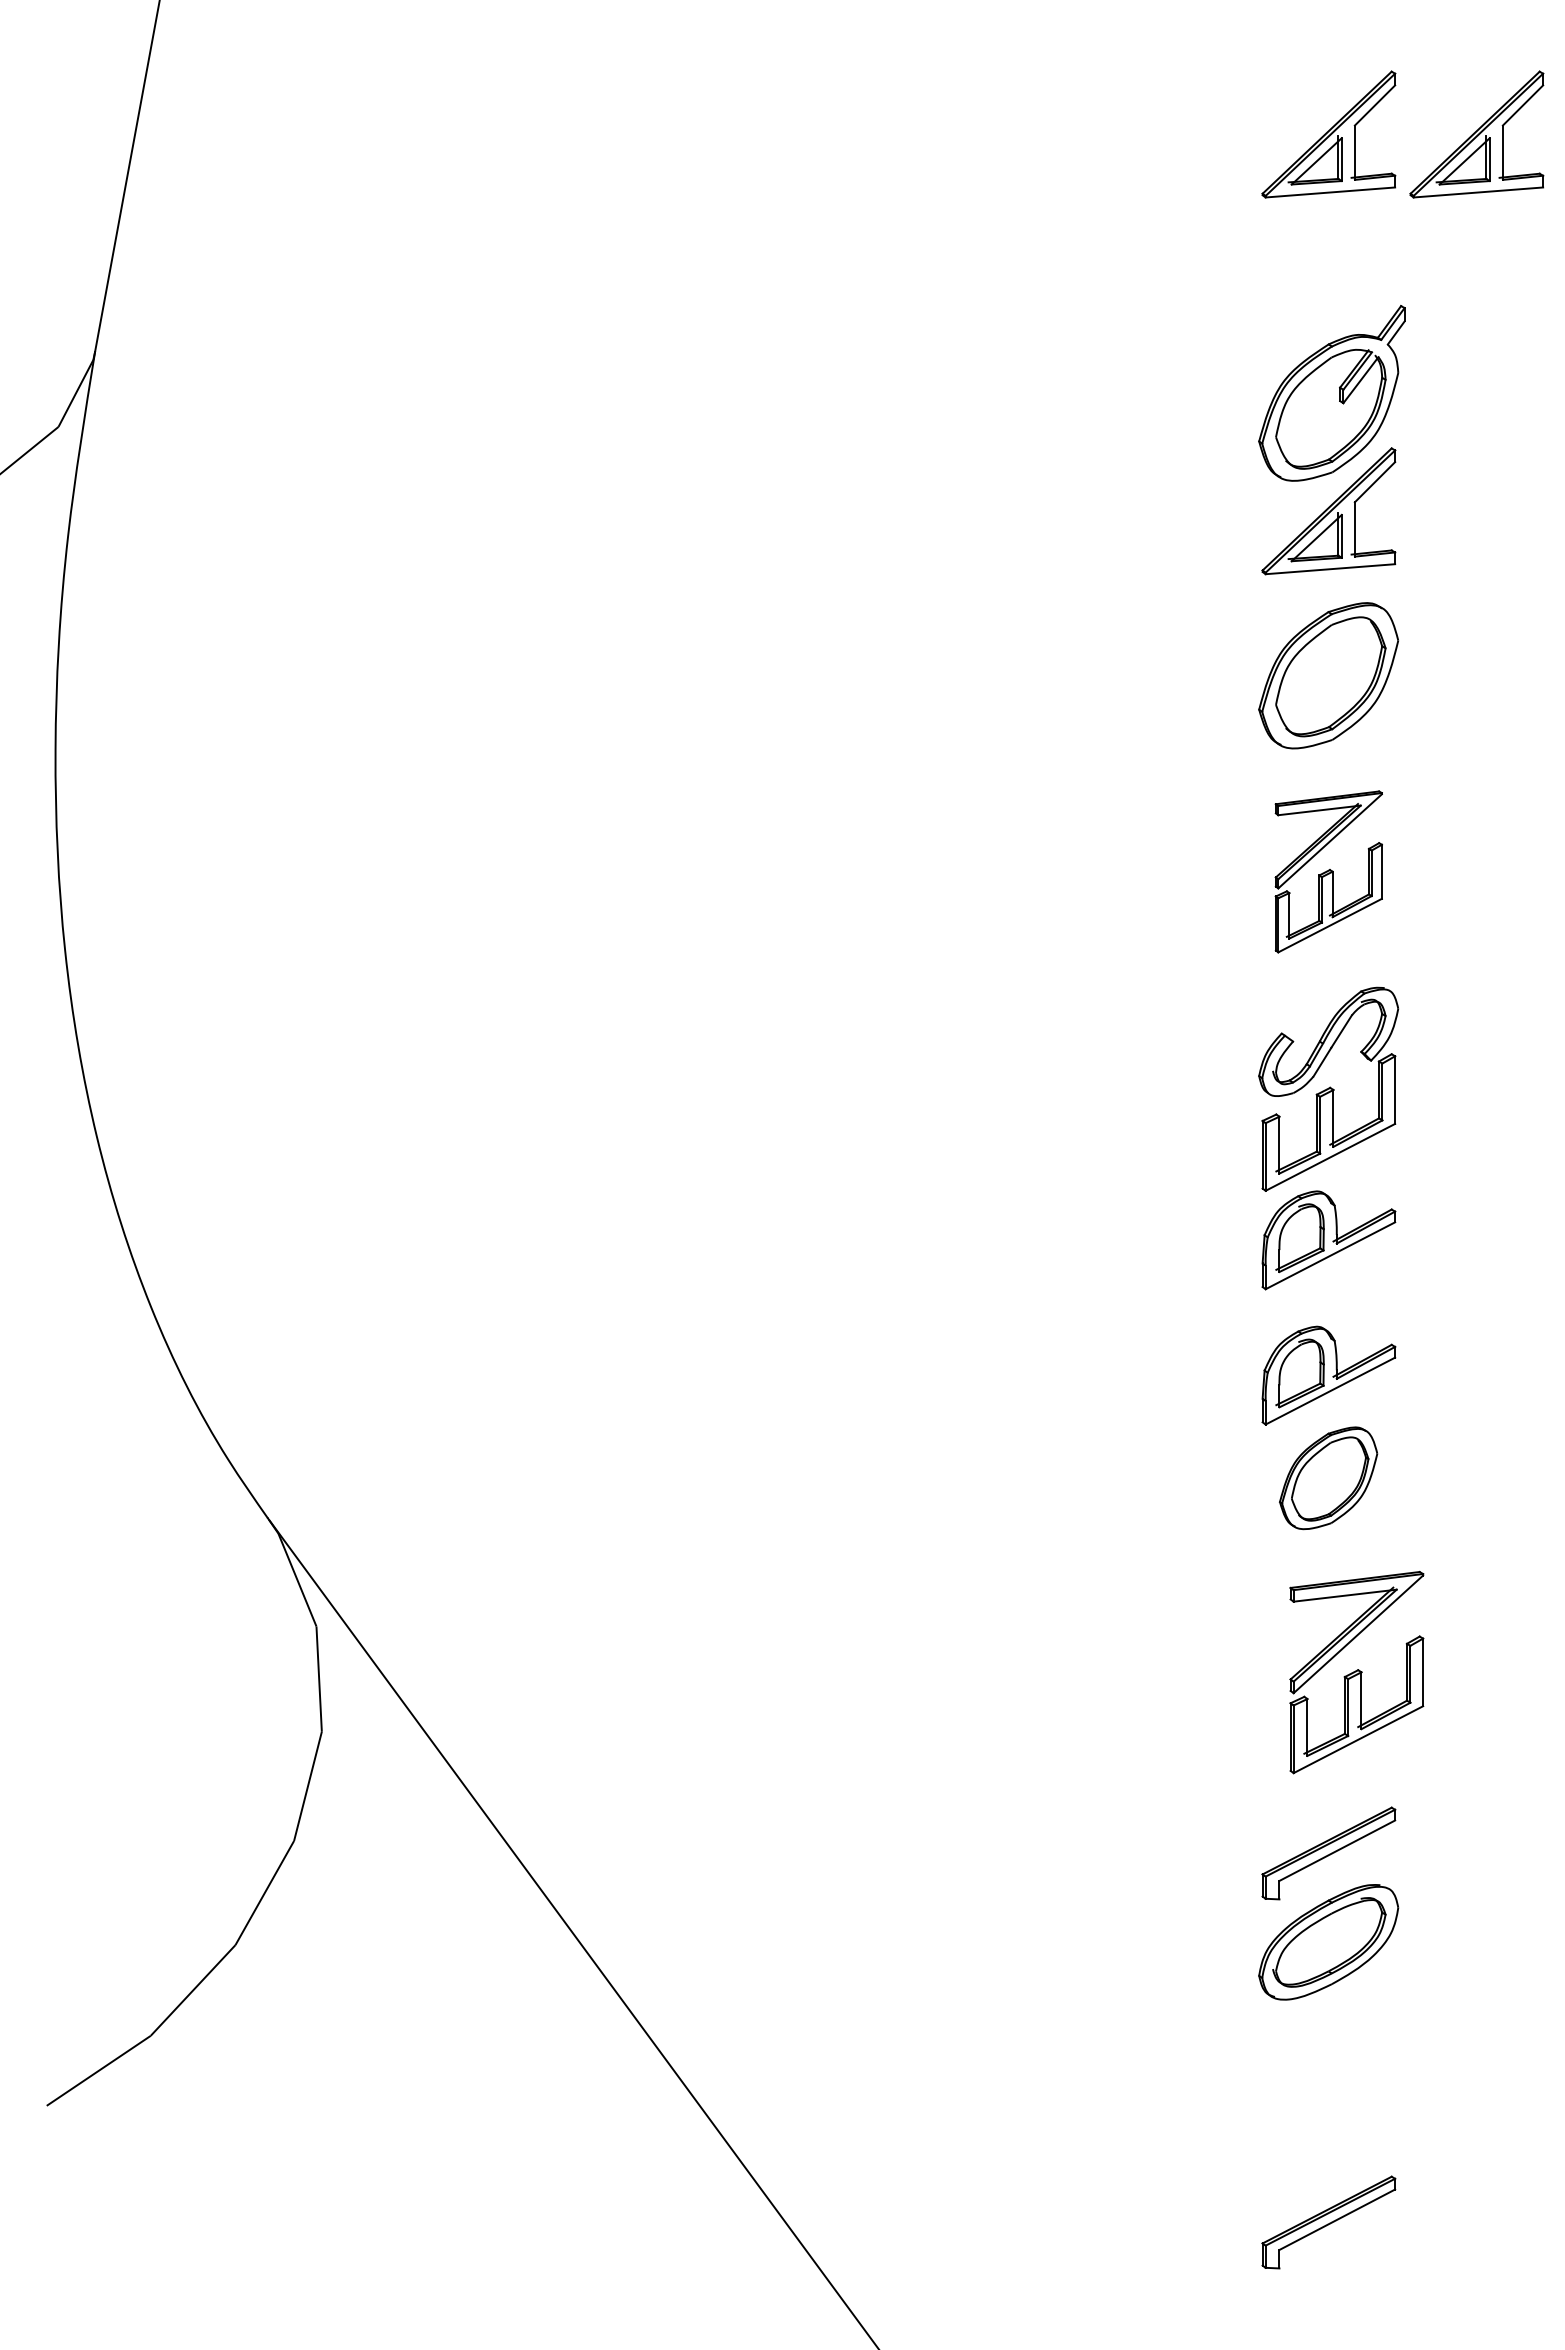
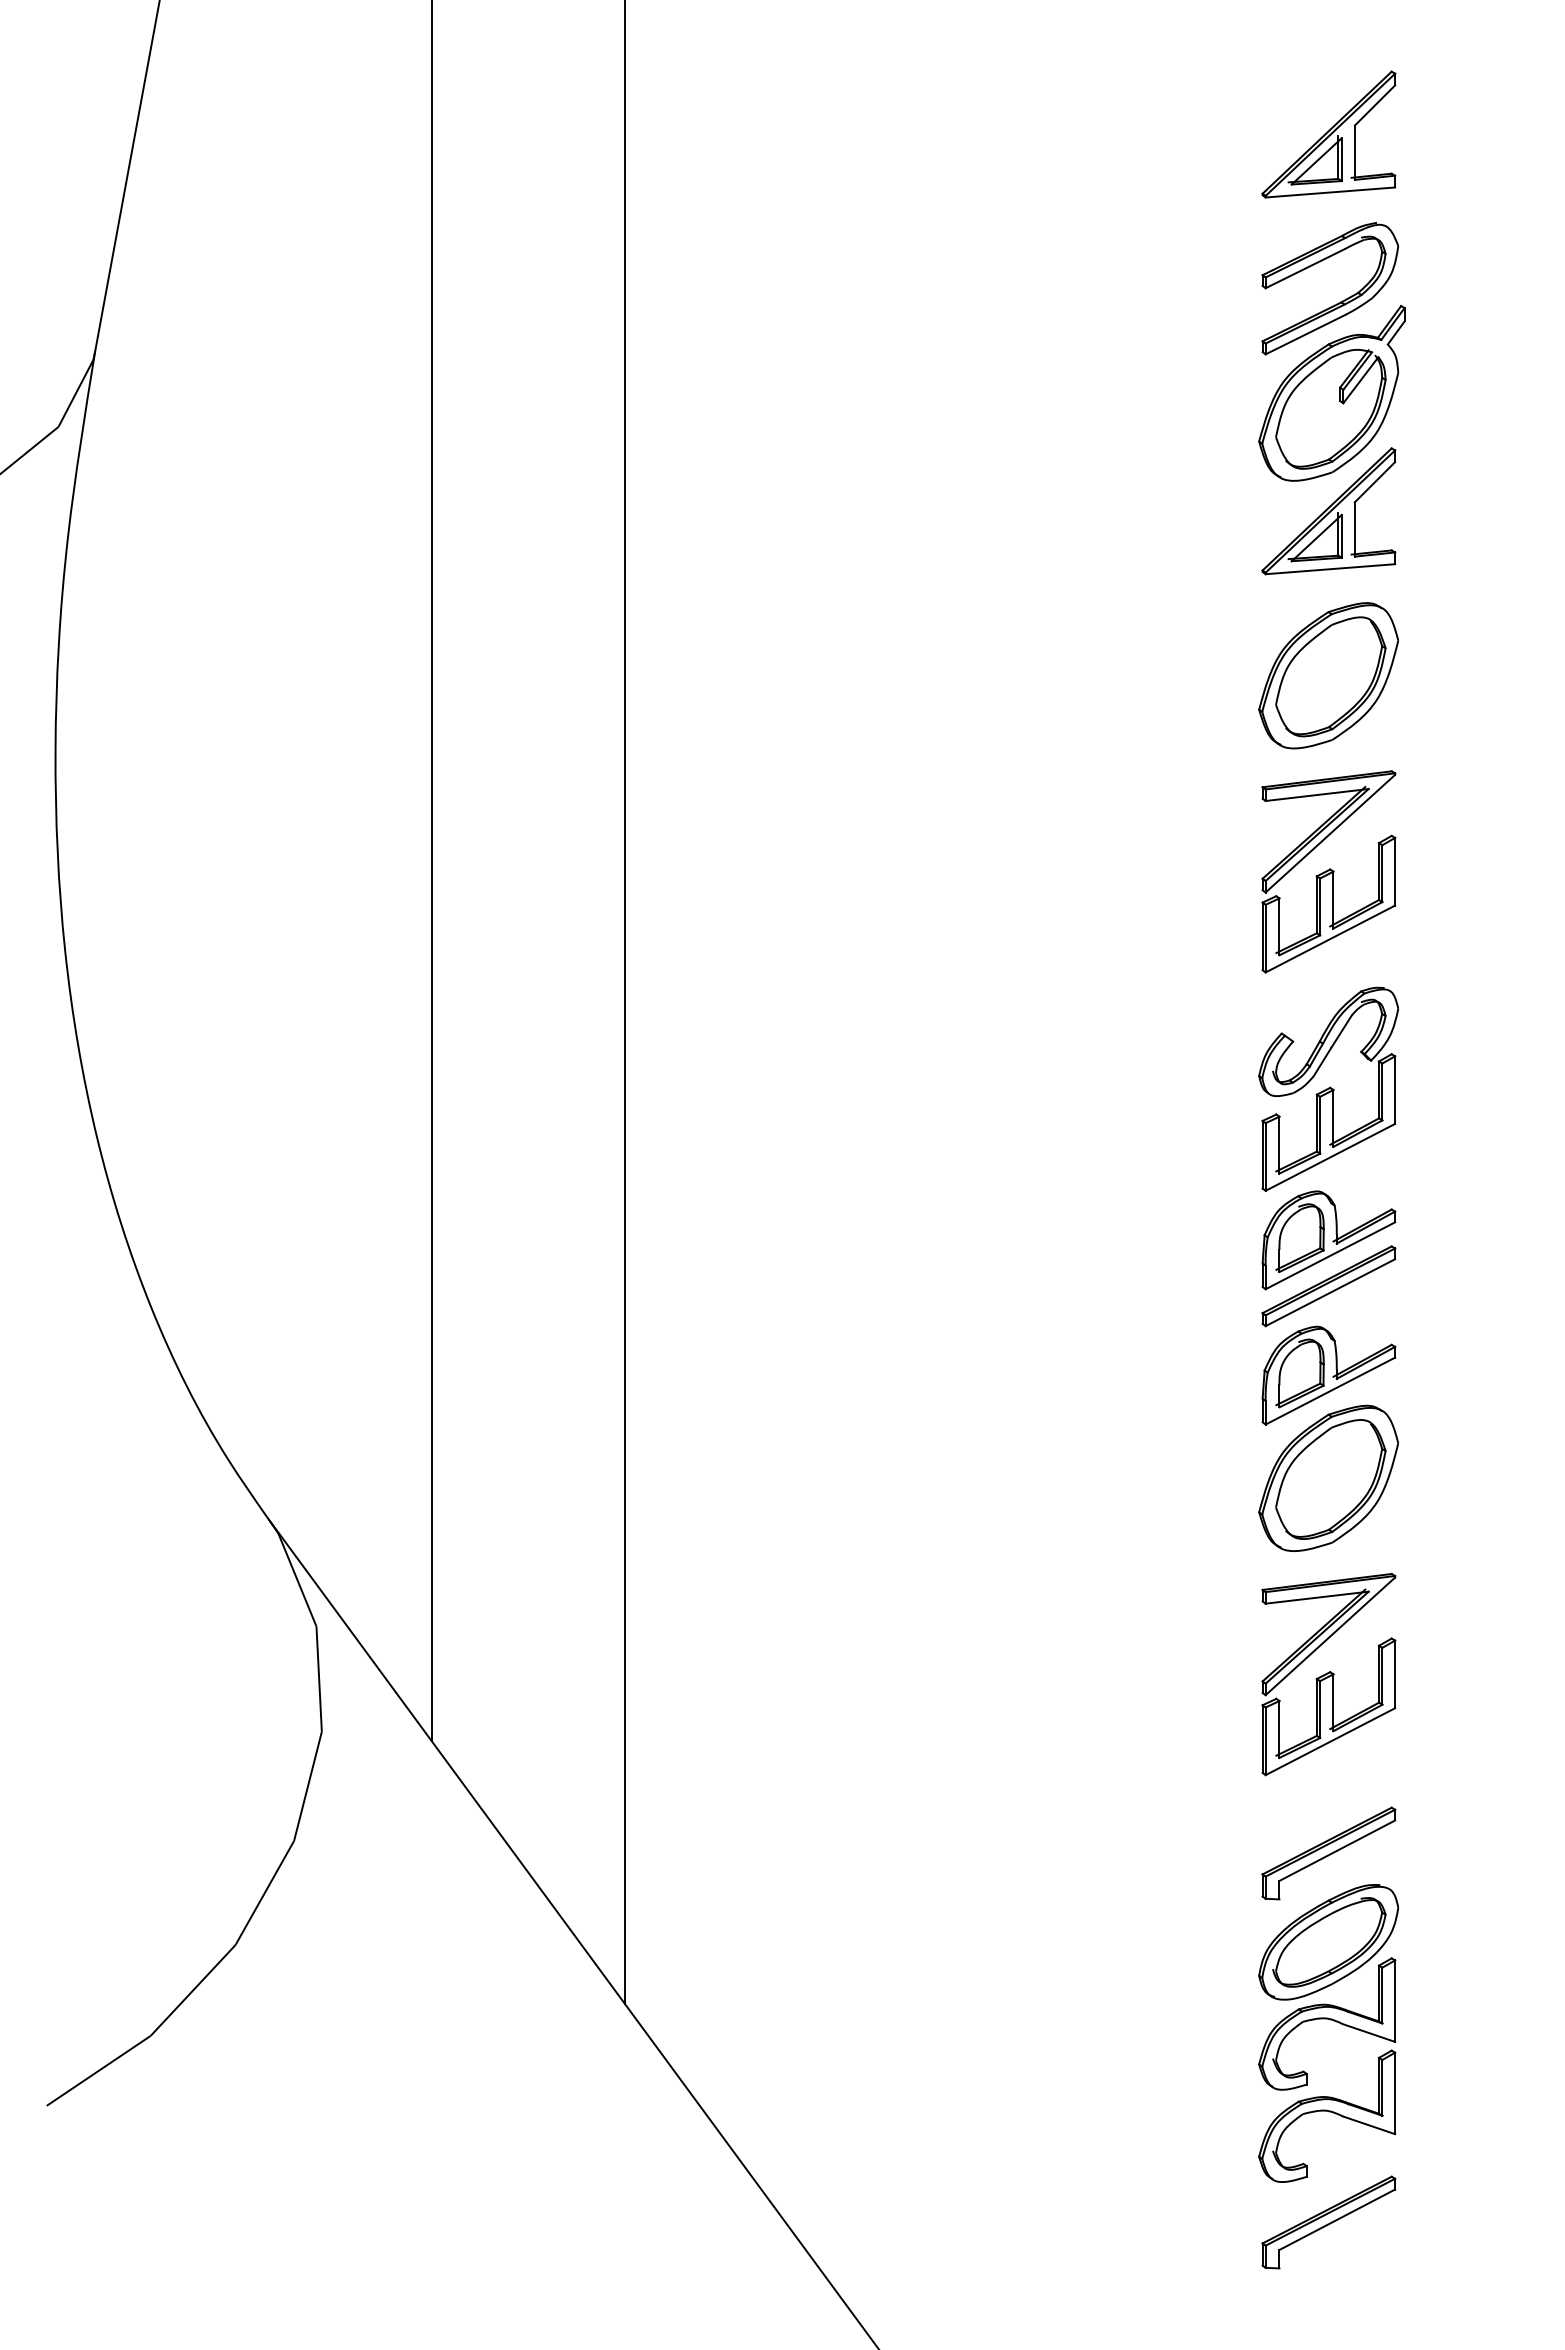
part at (1476, 134): present -> none
part at (1338, 302): none -> present
line at (431, 871): none -> present
part at (1328, 871) size: 109x164 px -> 136x204 px
line at (625, 1003): none -> present
part at (1328, 1286): none -> present
part at (1328, 1478) size: 100x105 px -> 141x148 px
part at (1356, 1672) position: (1356, 1672) -> (1328, 1674)
part at (1307, 2073): none -> present
